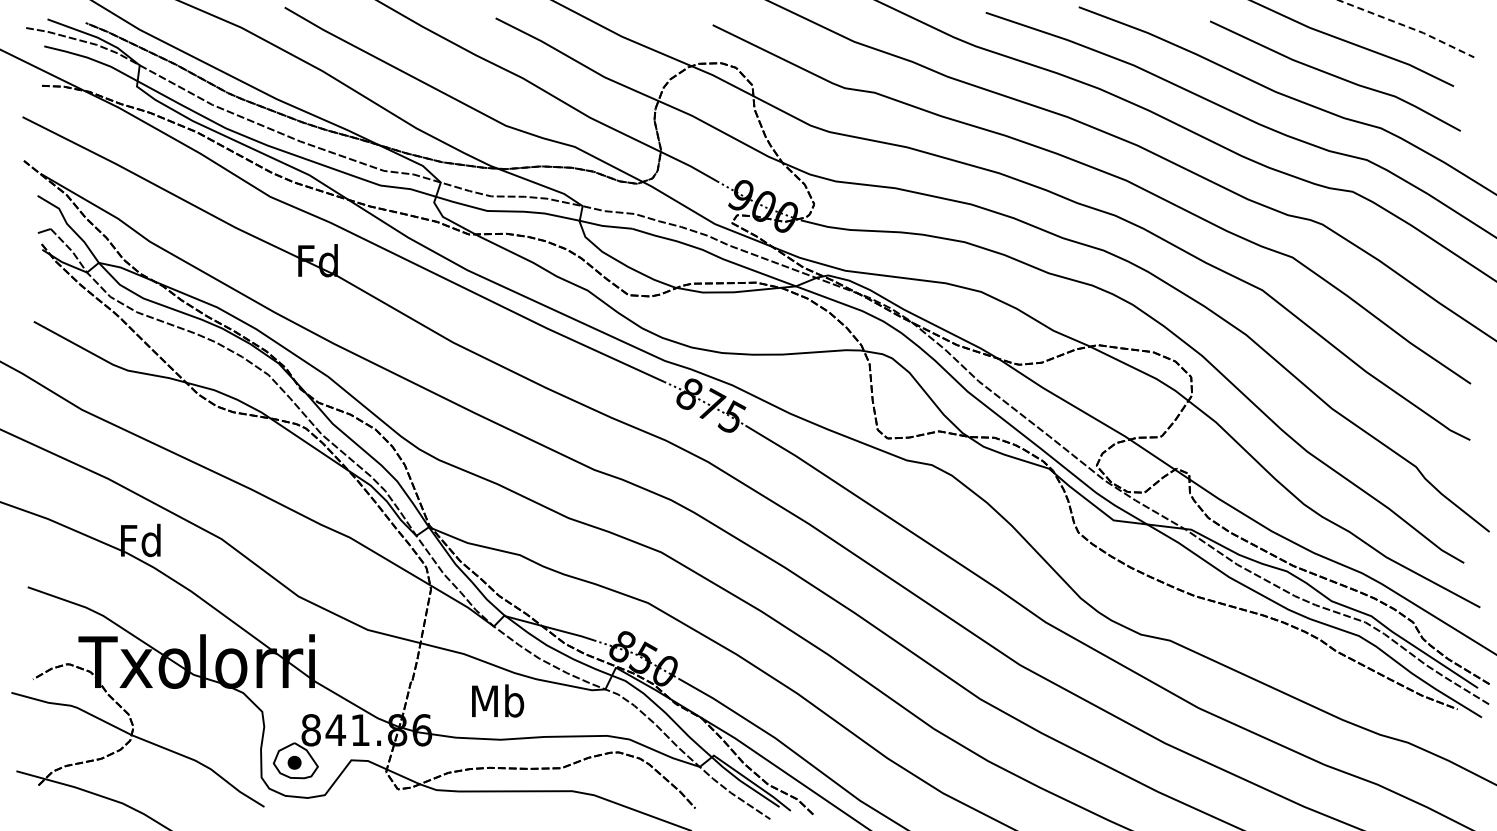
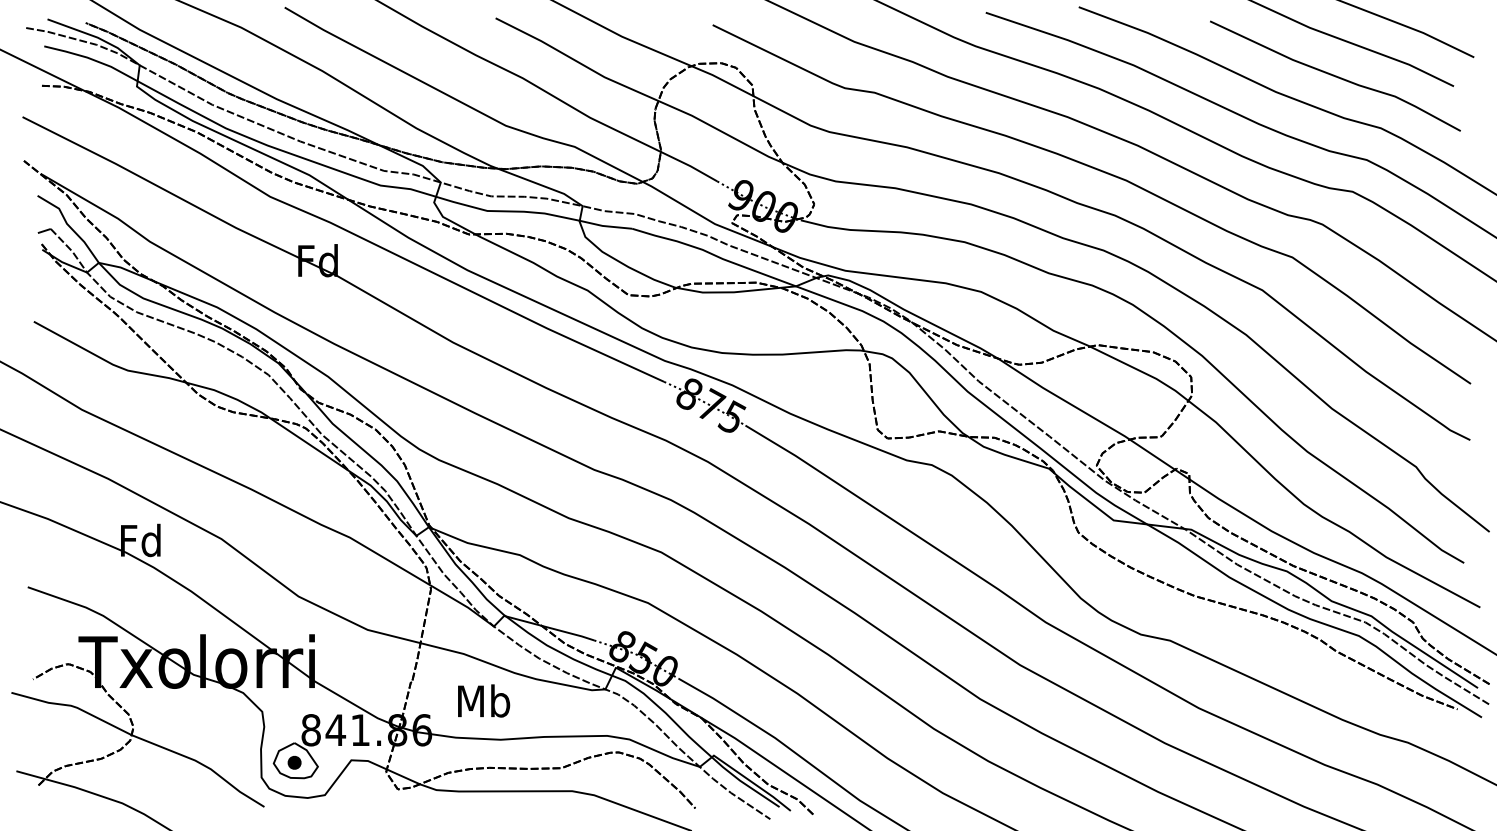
line at (1408, 27): dashed -> solid
text at (498, 700) position: (498, 700) -> (484, 700)
